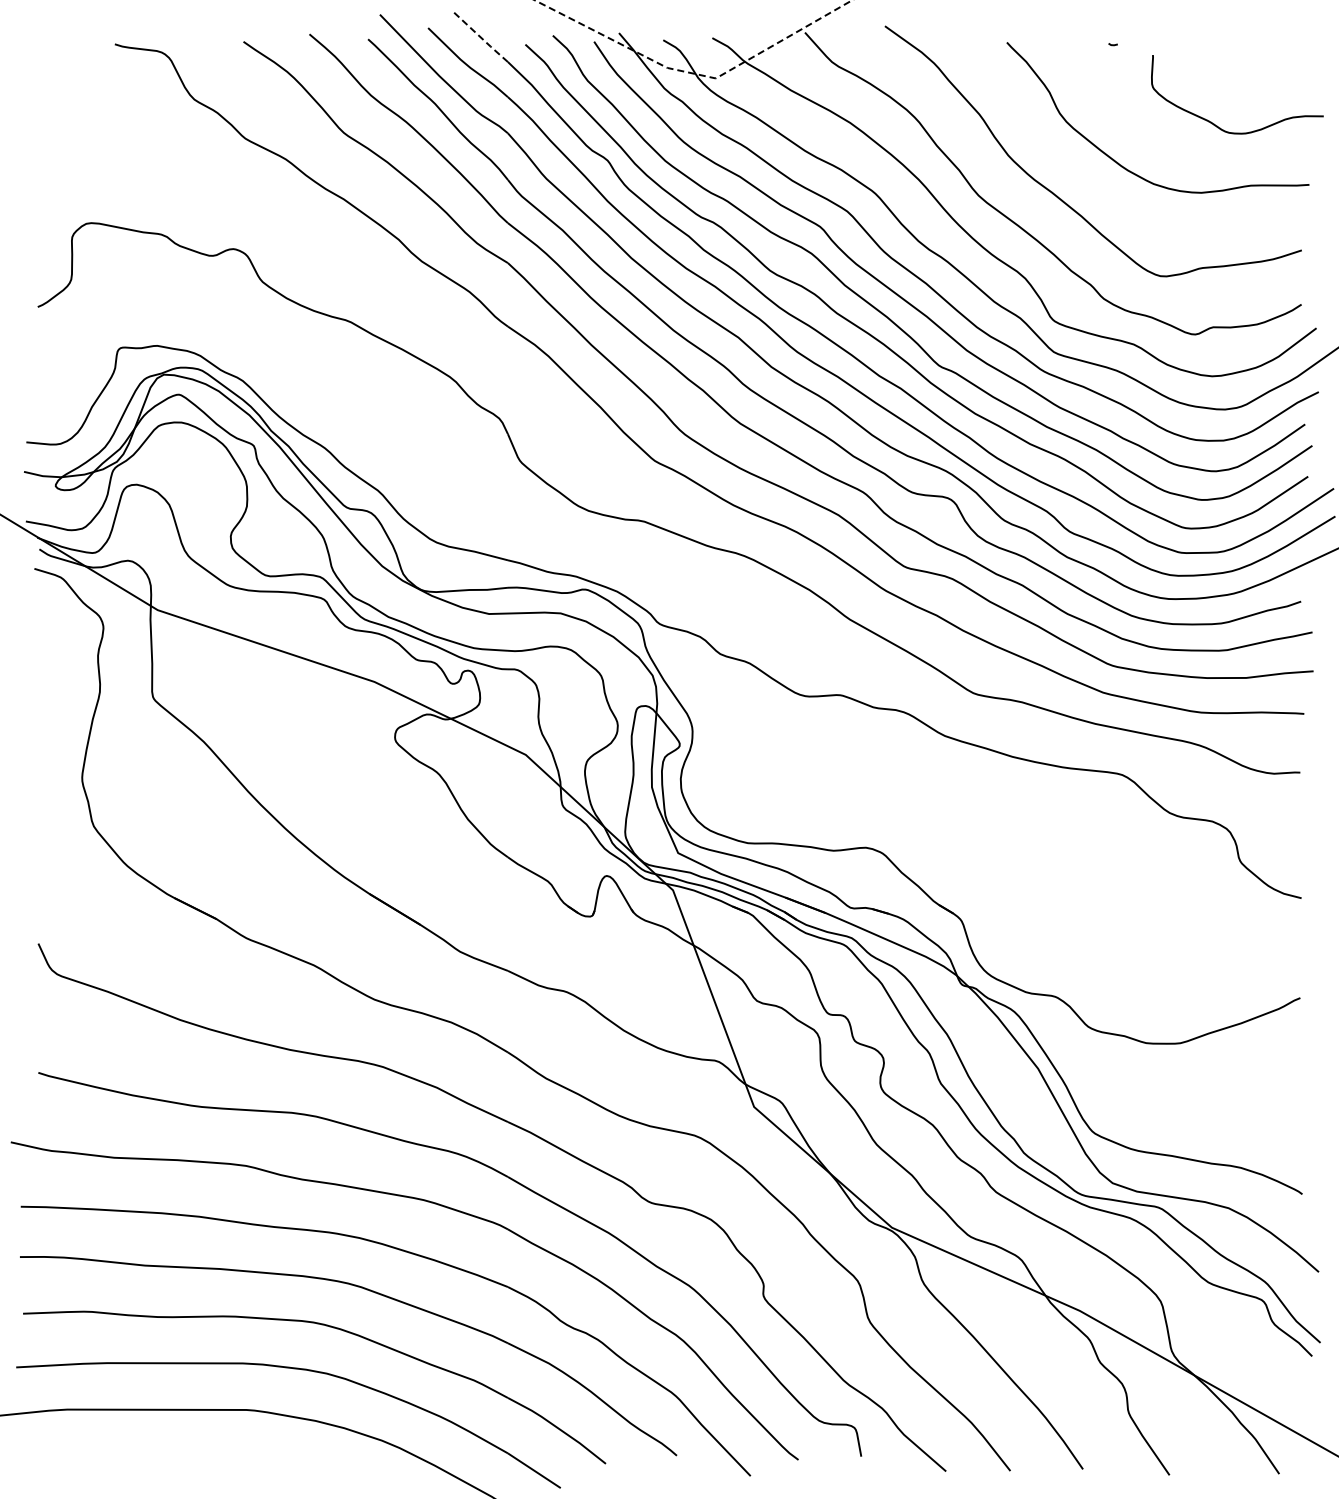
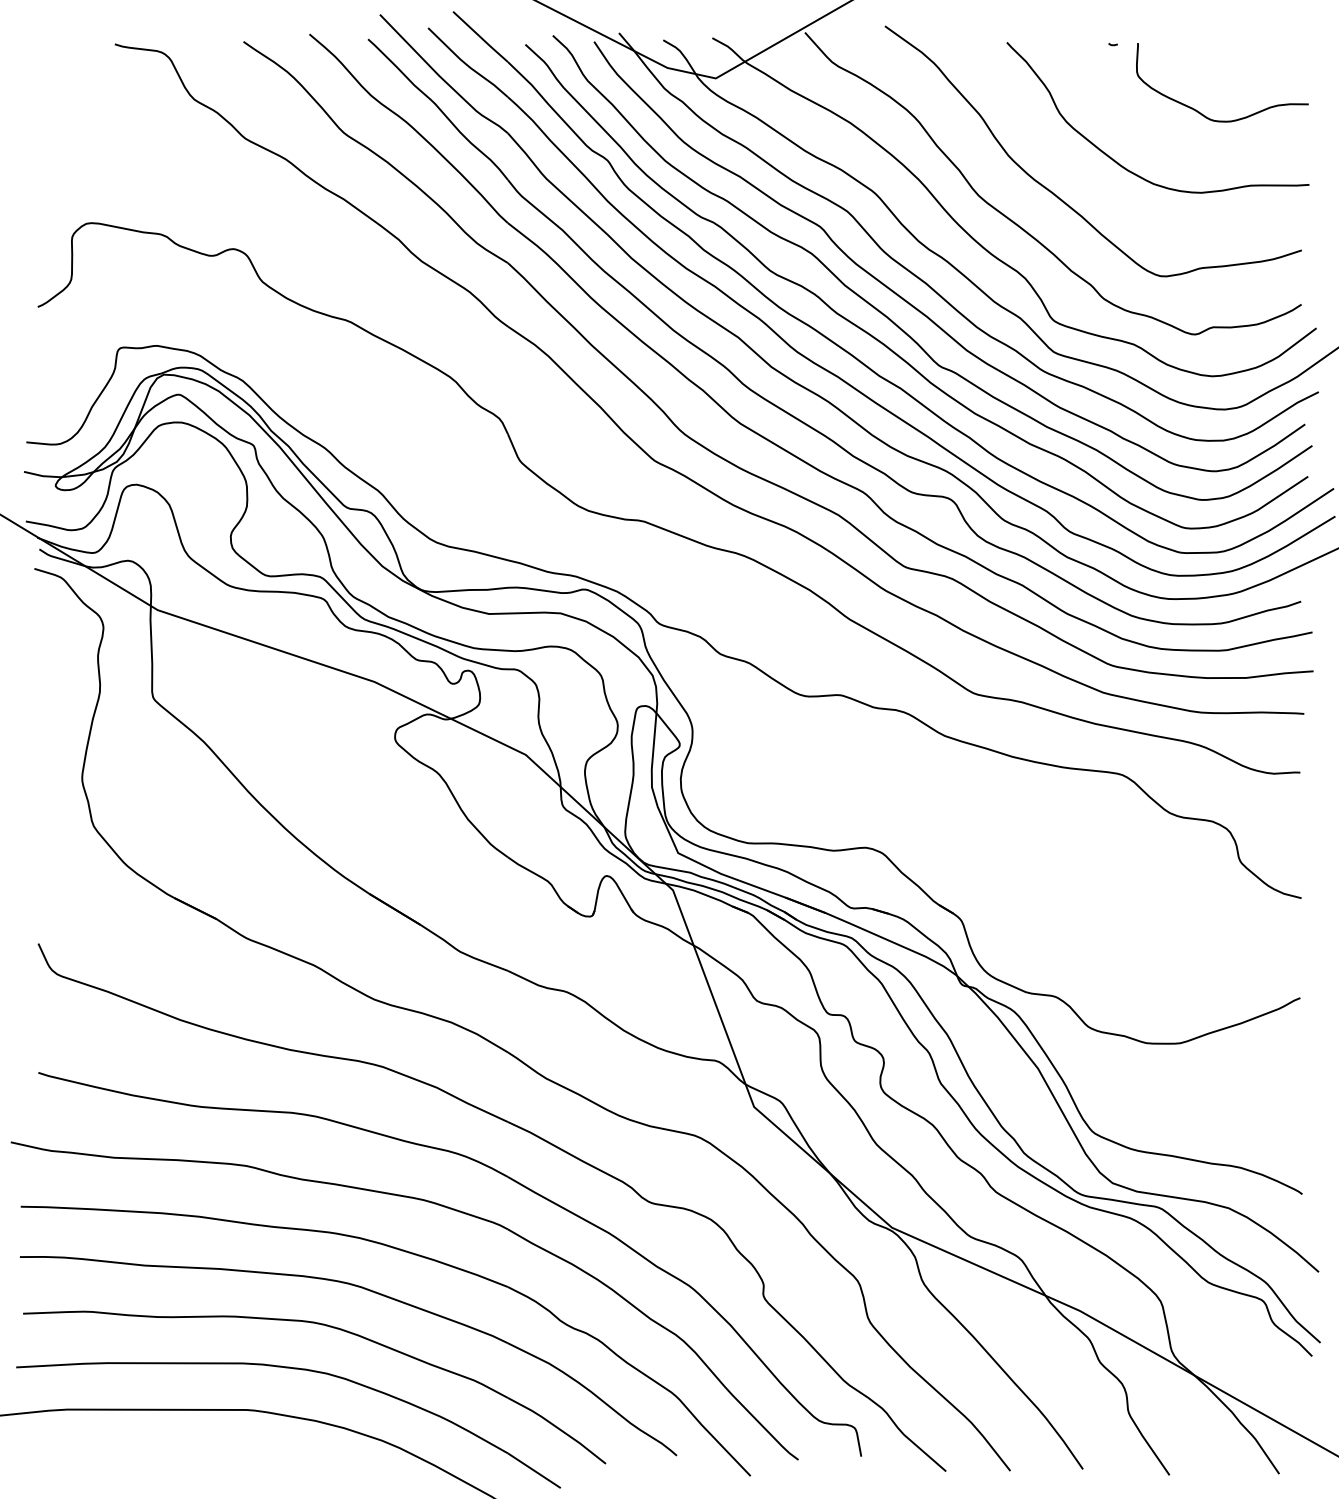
line at (480, 37): dashed -> solid
line at (695, 74): dashed -> solid
curve at (1217, 125) position: (1217, 125) -> (1202, 113)
